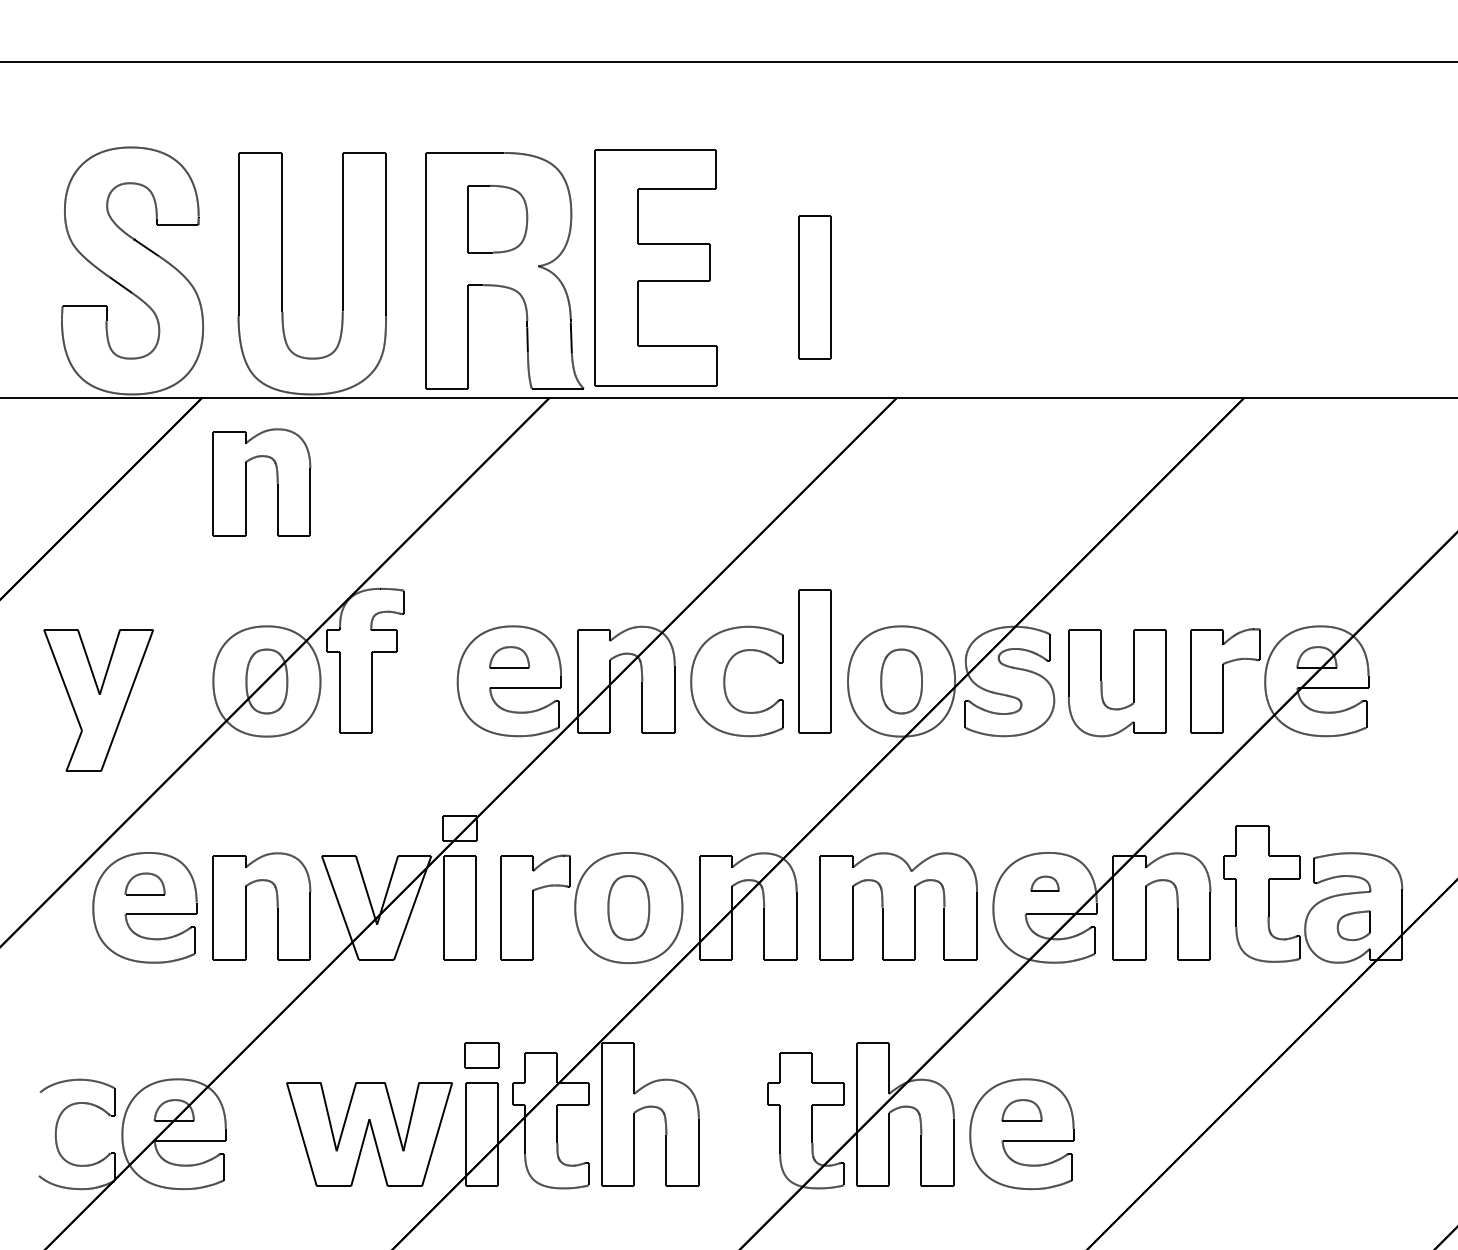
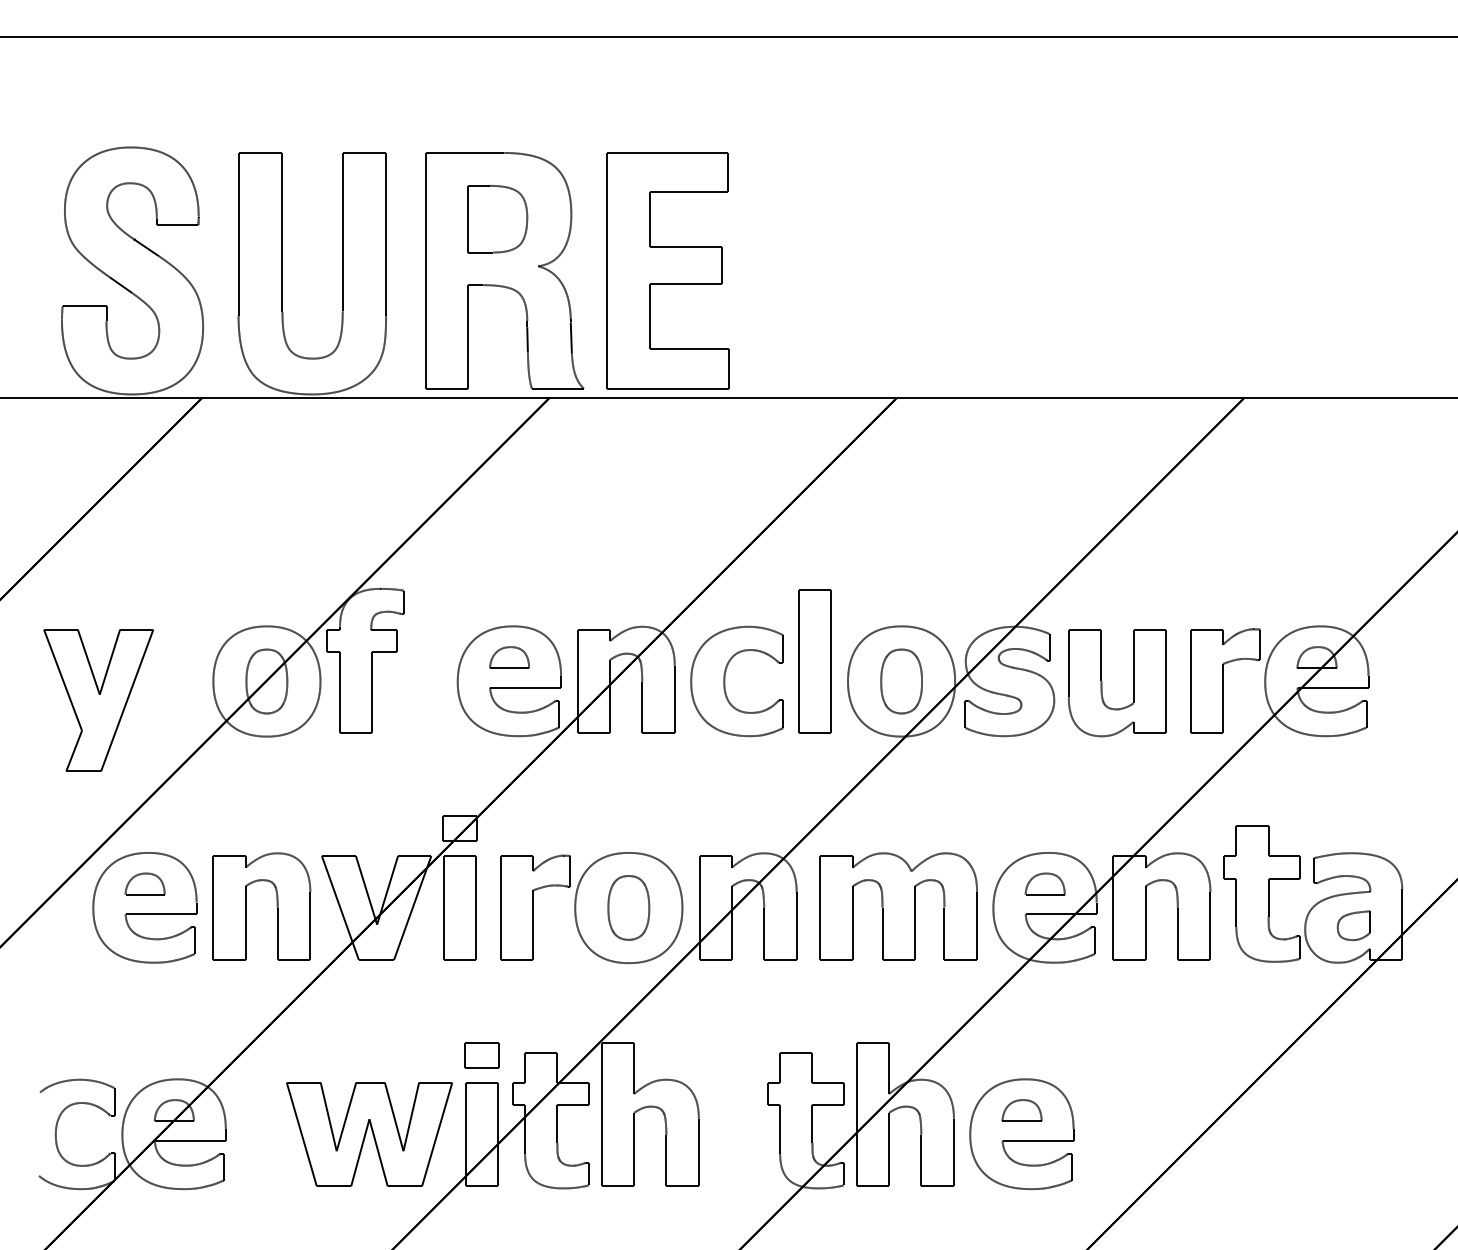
line at (728, 62) position: (728, 62) -> (728, 37)
part at (655, 267) position: (655, 267) -> (667, 270)
part at (814, 287): present -> none
part at (246, 482): present -> none
part at (1044, 883) size: 30x17 px -> 42x24 px
